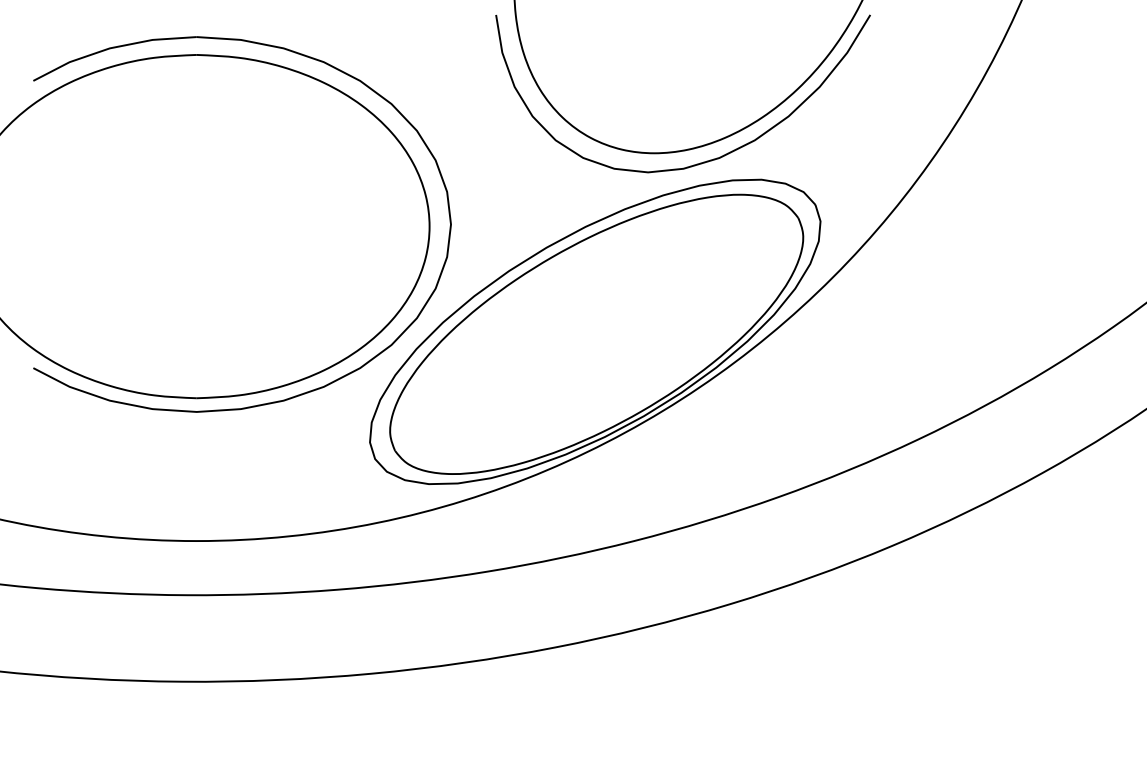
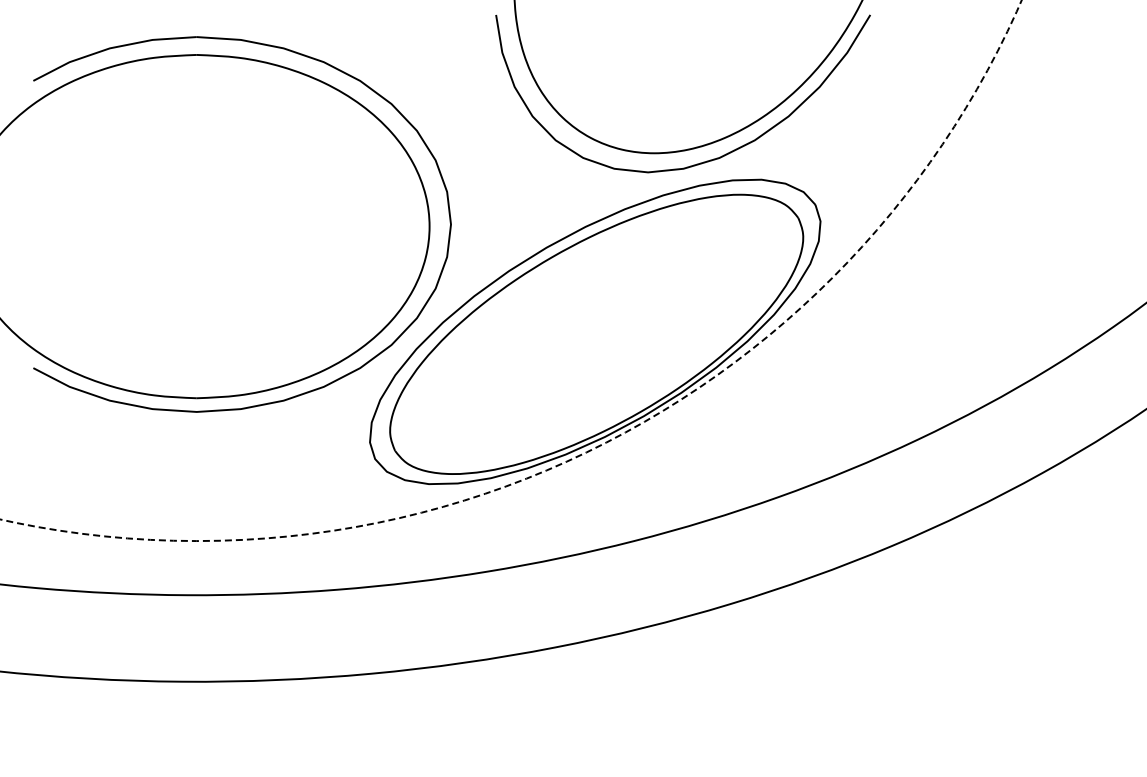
arc at (597, 446): solid -> dashed
